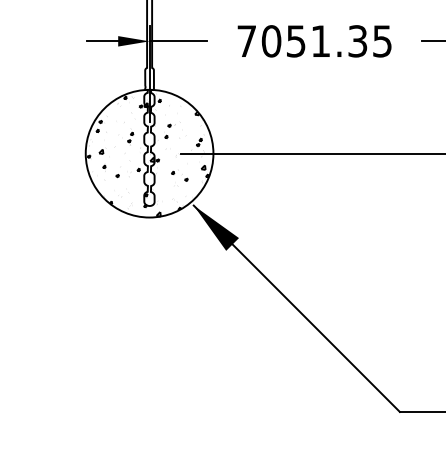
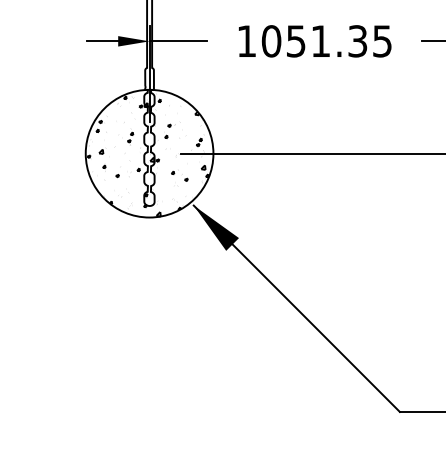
text at (246, 40): 7051.35 -> 1051.35
